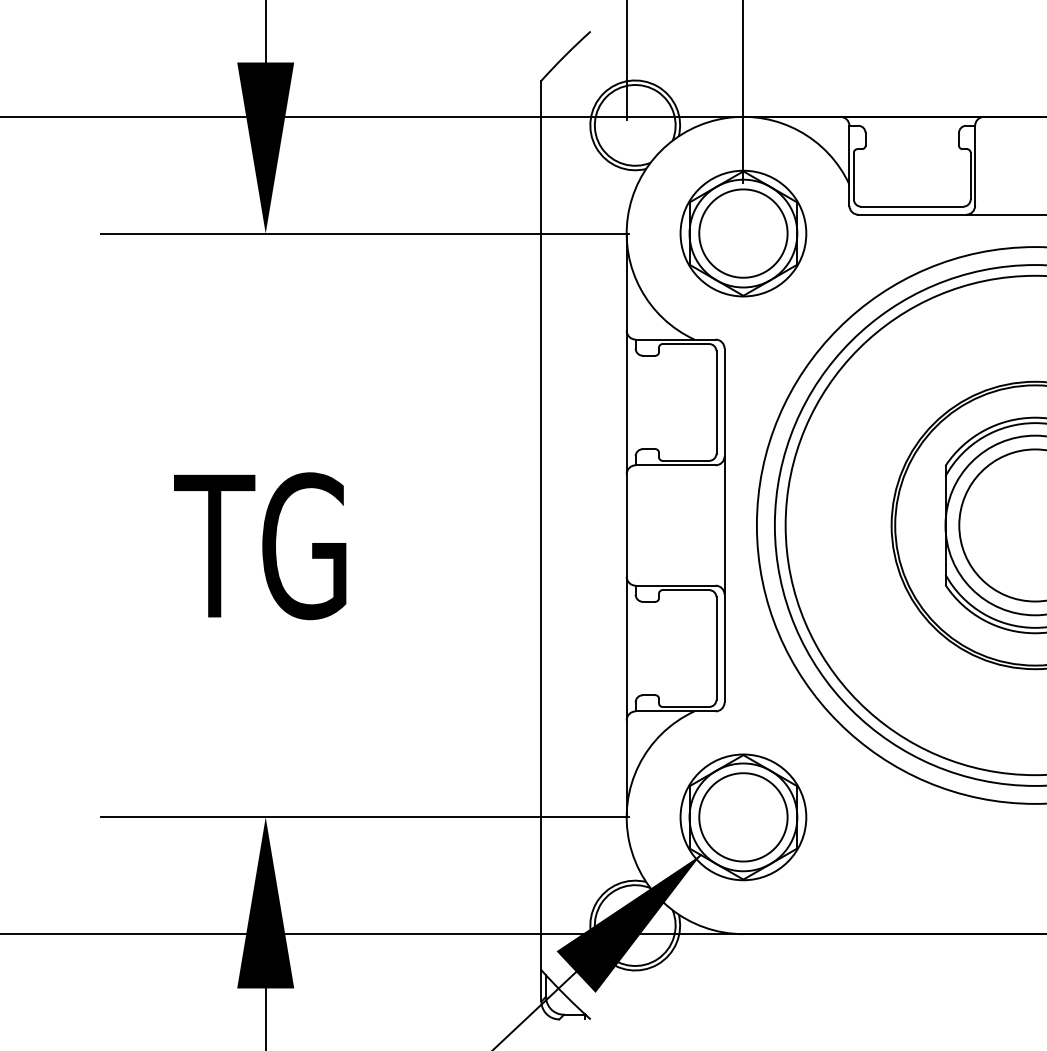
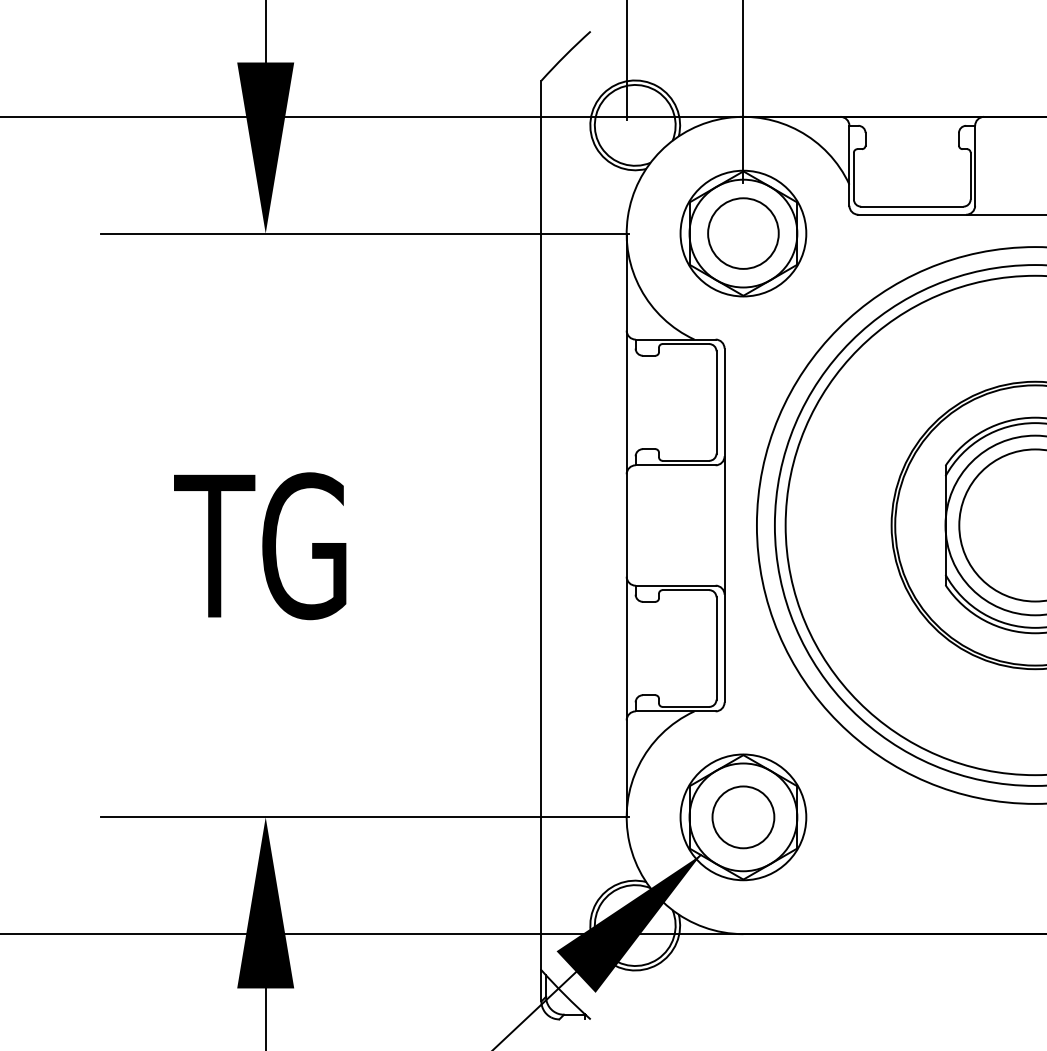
circle at (743, 233) diameter: 88 px -> 71 px
circle at (743, 817) diameter: 88 px -> 62 px
